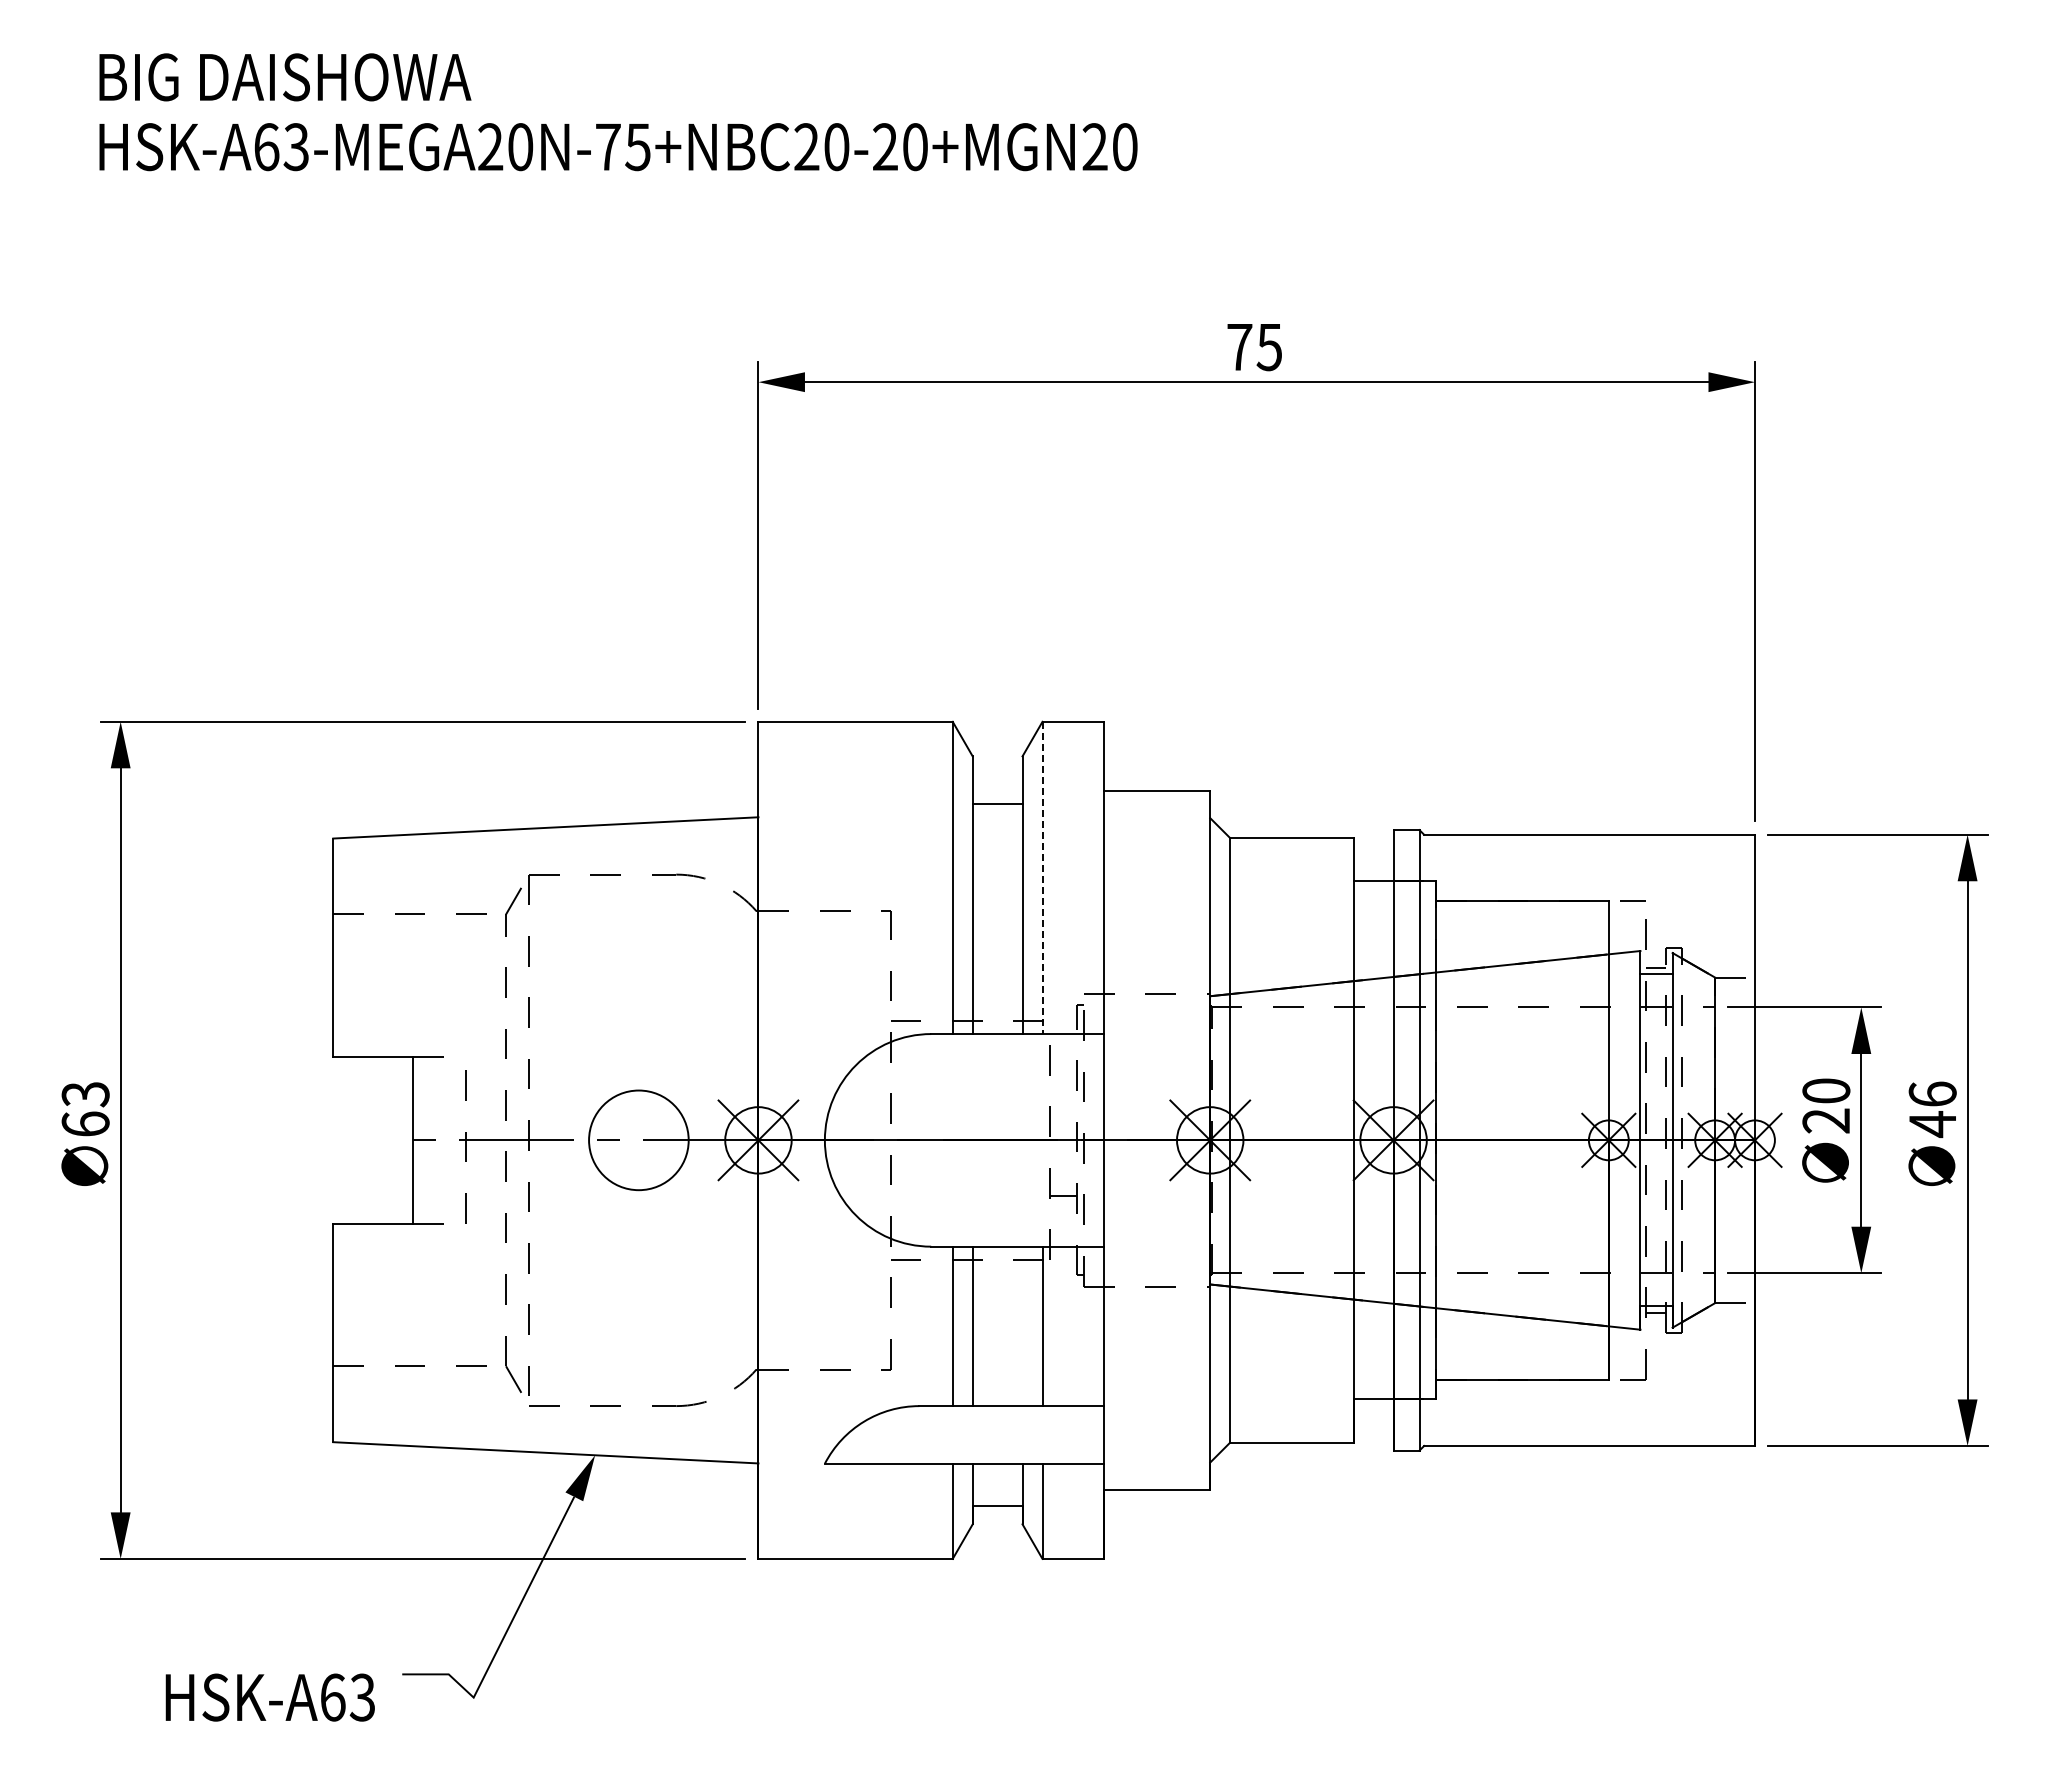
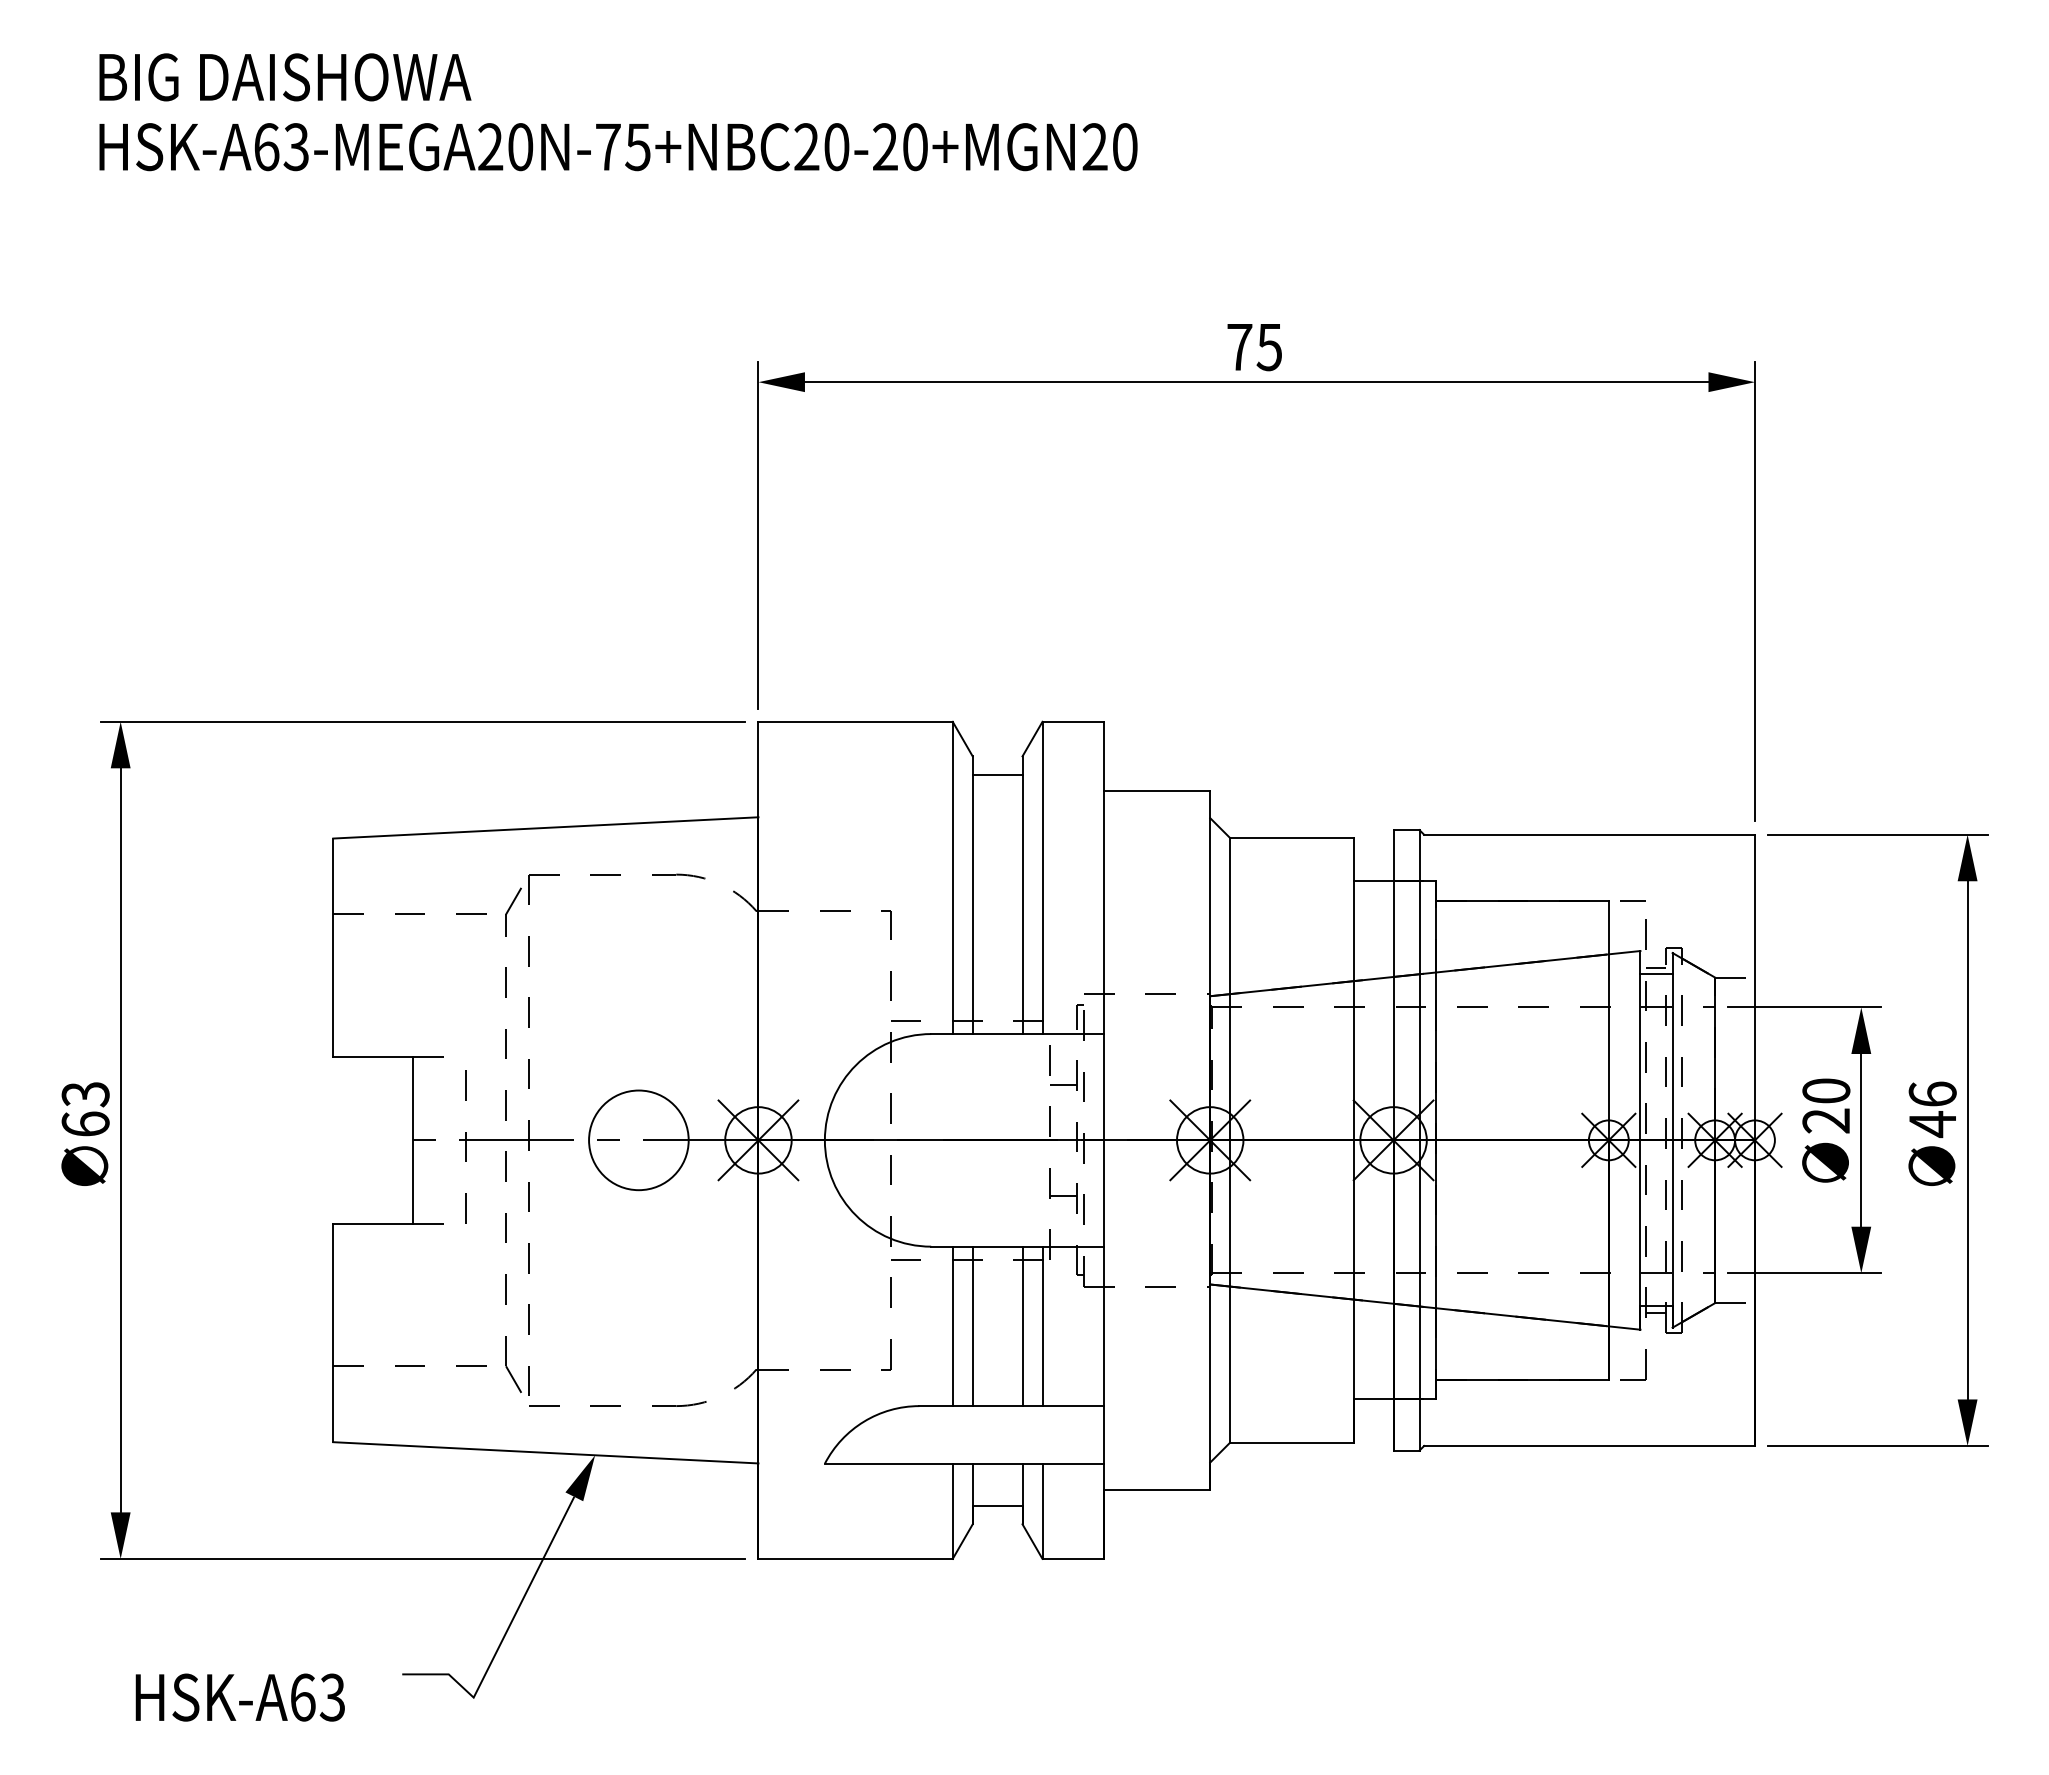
line at (997, 803) position: (997, 803) -> (997, 774)
line at (1042, 878): dashed -> solid
line at (1063, 1084): none -> present
line at (1022, 1326): none -> present
text at (269, 1697) position: (269, 1697) -> (239, 1697)
